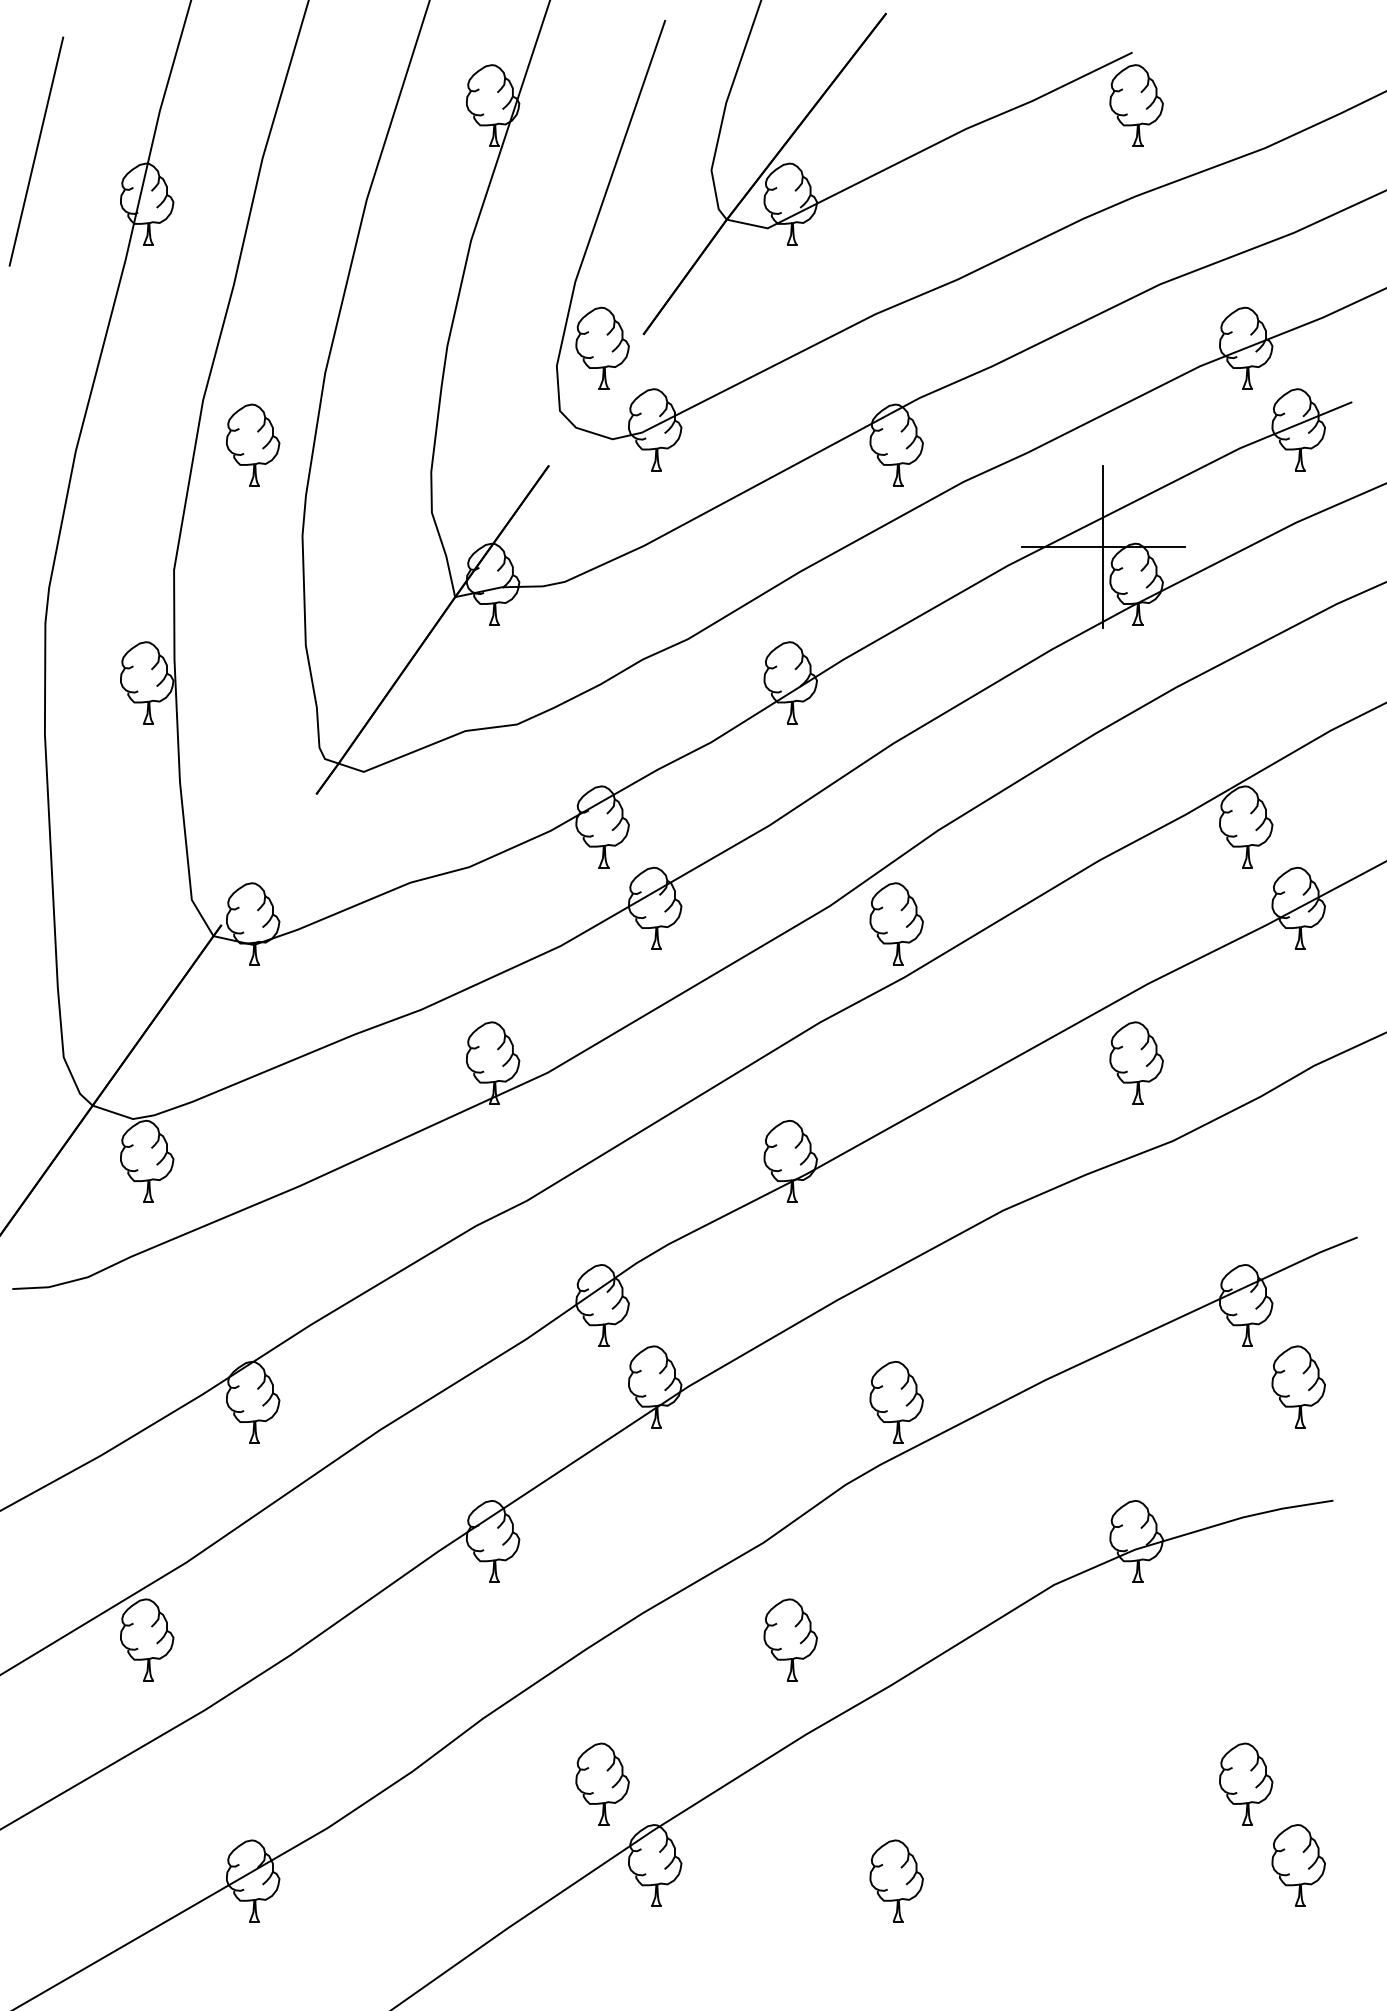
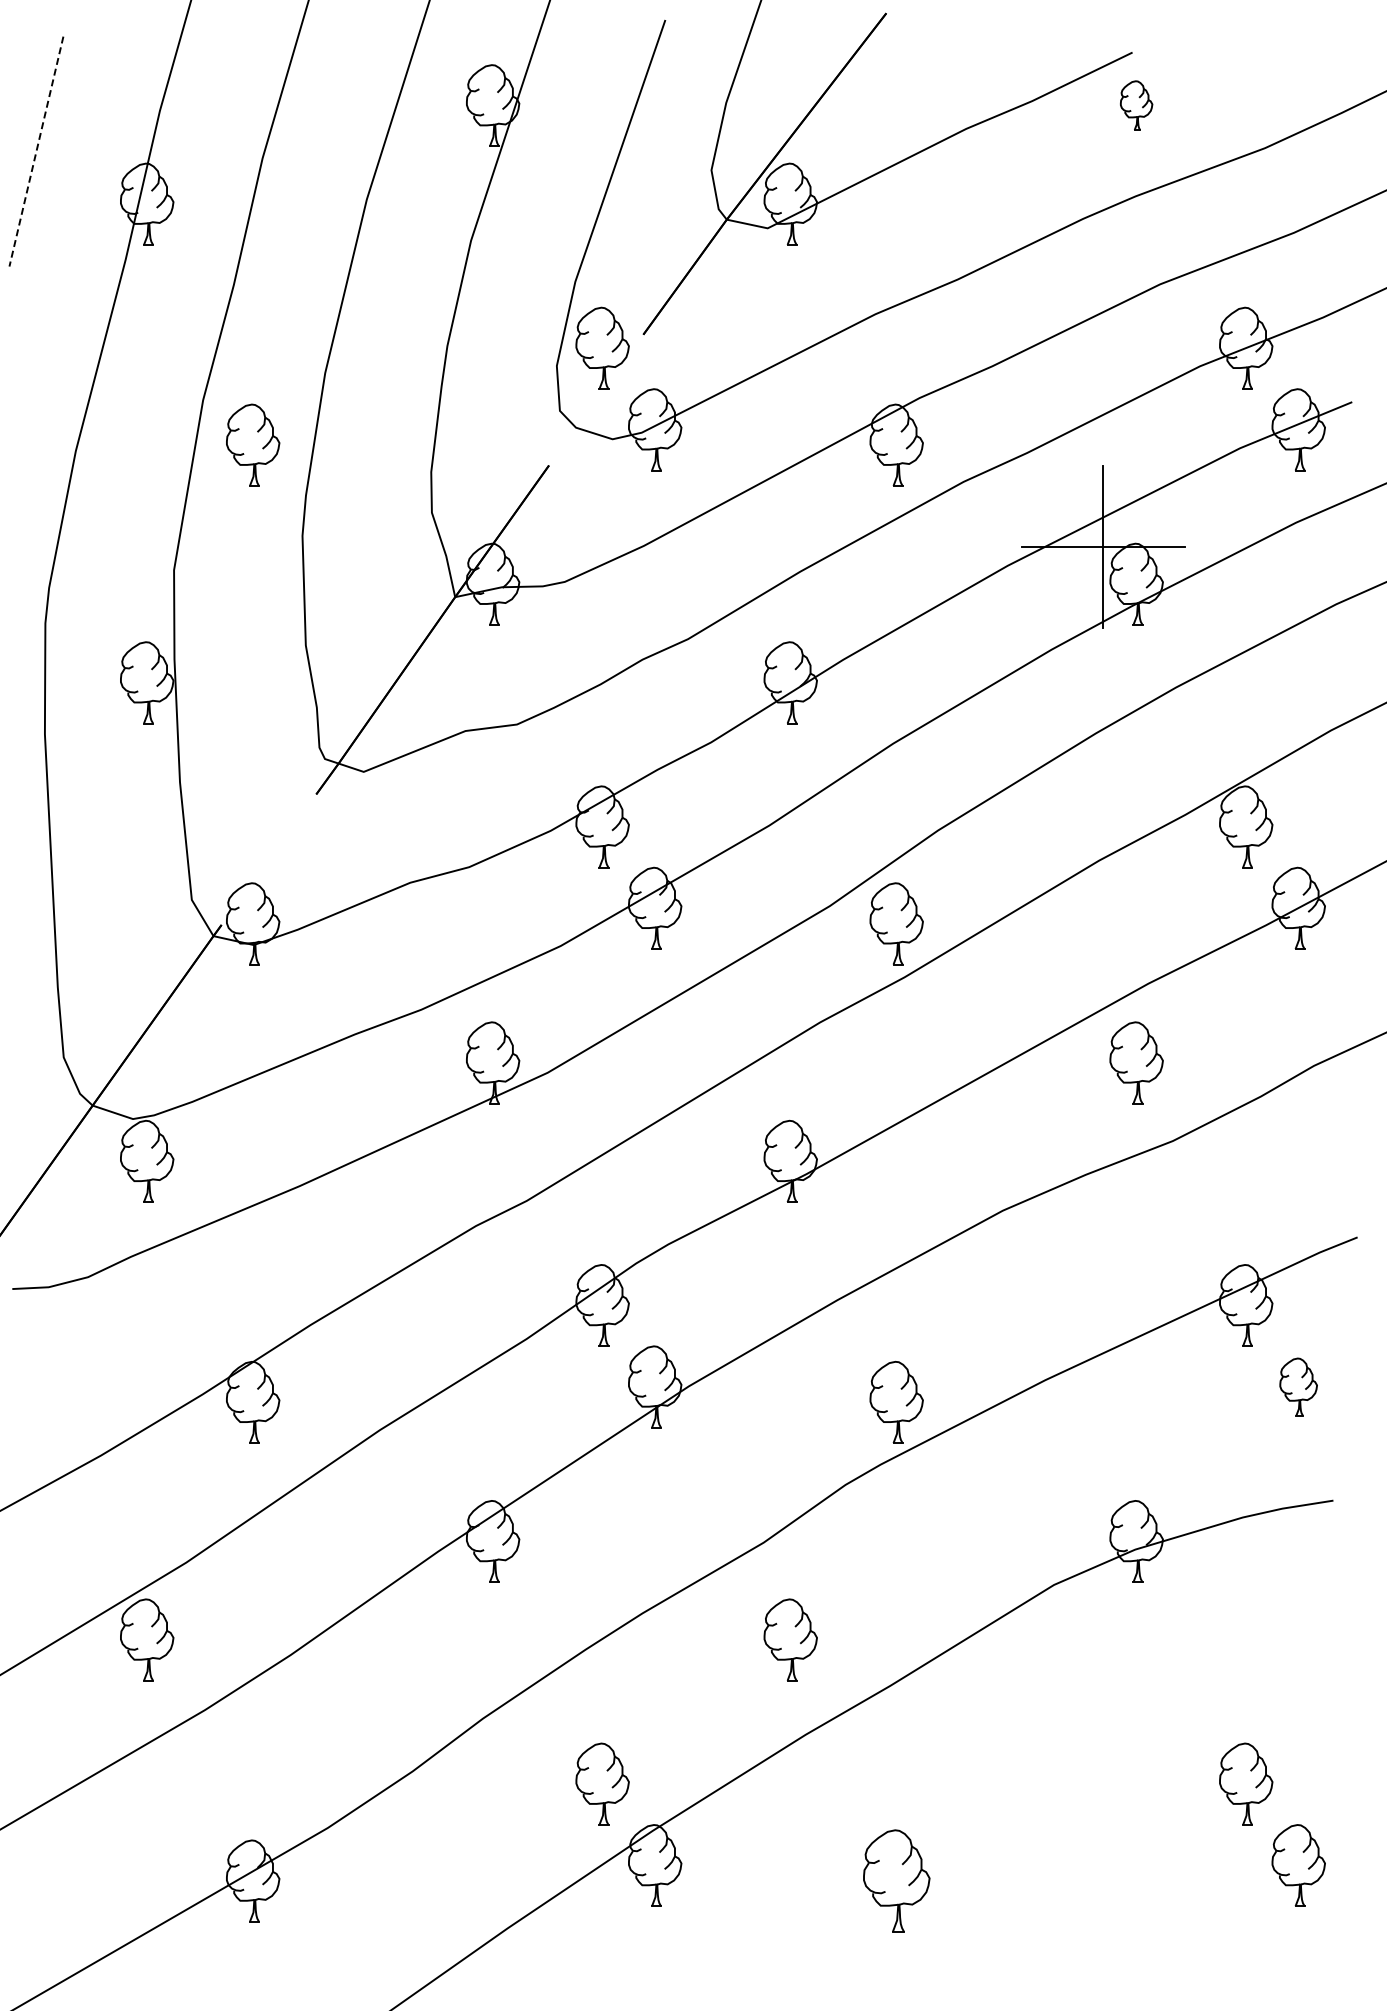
part at (1136, 105) size: 55x83 px -> 34x51 px
line at (36, 152): solid -> dashed
part at (1298, 1386) size: 55x84 px -> 39x60 px
part at (896, 1880) size: 55x84 px -> 68x104 px
